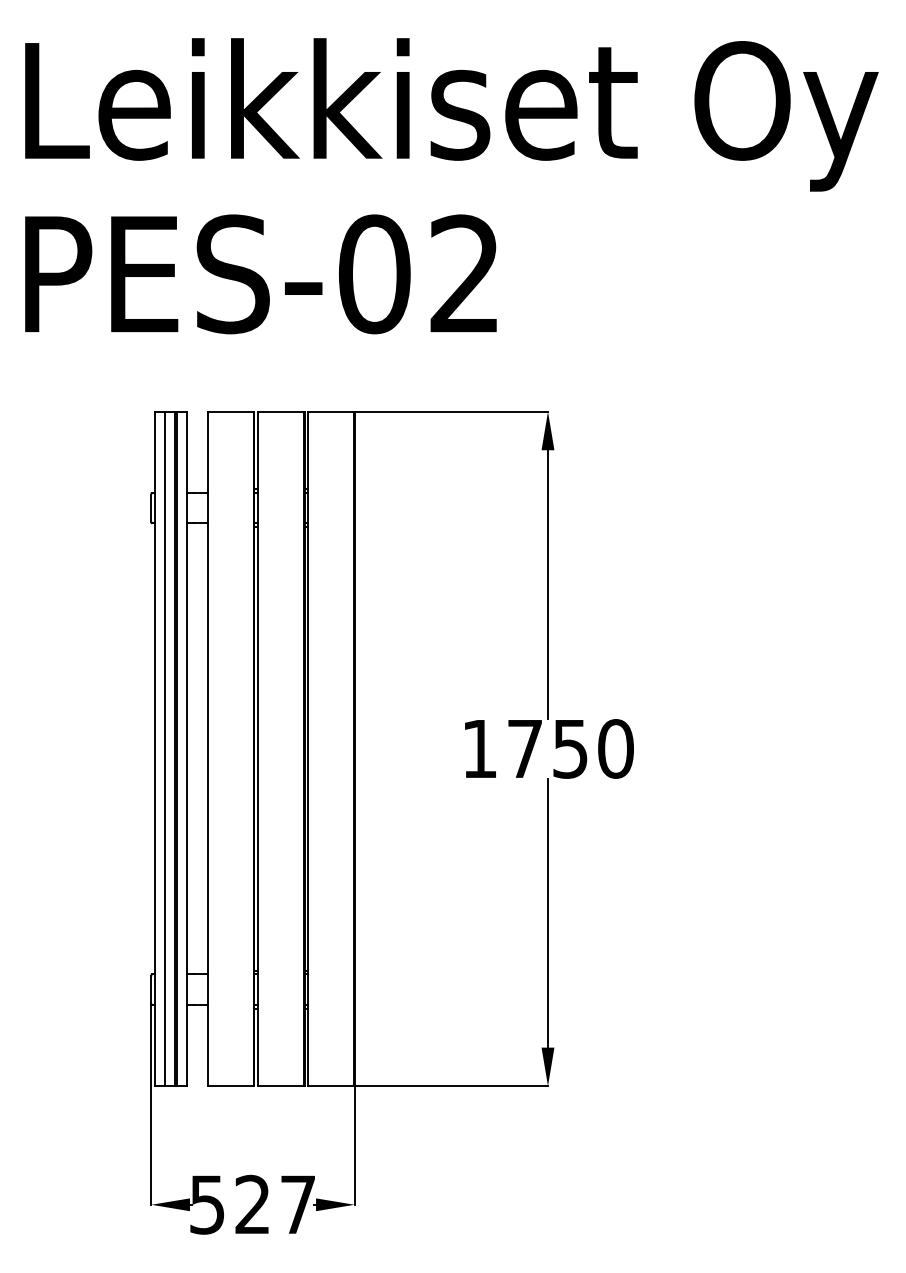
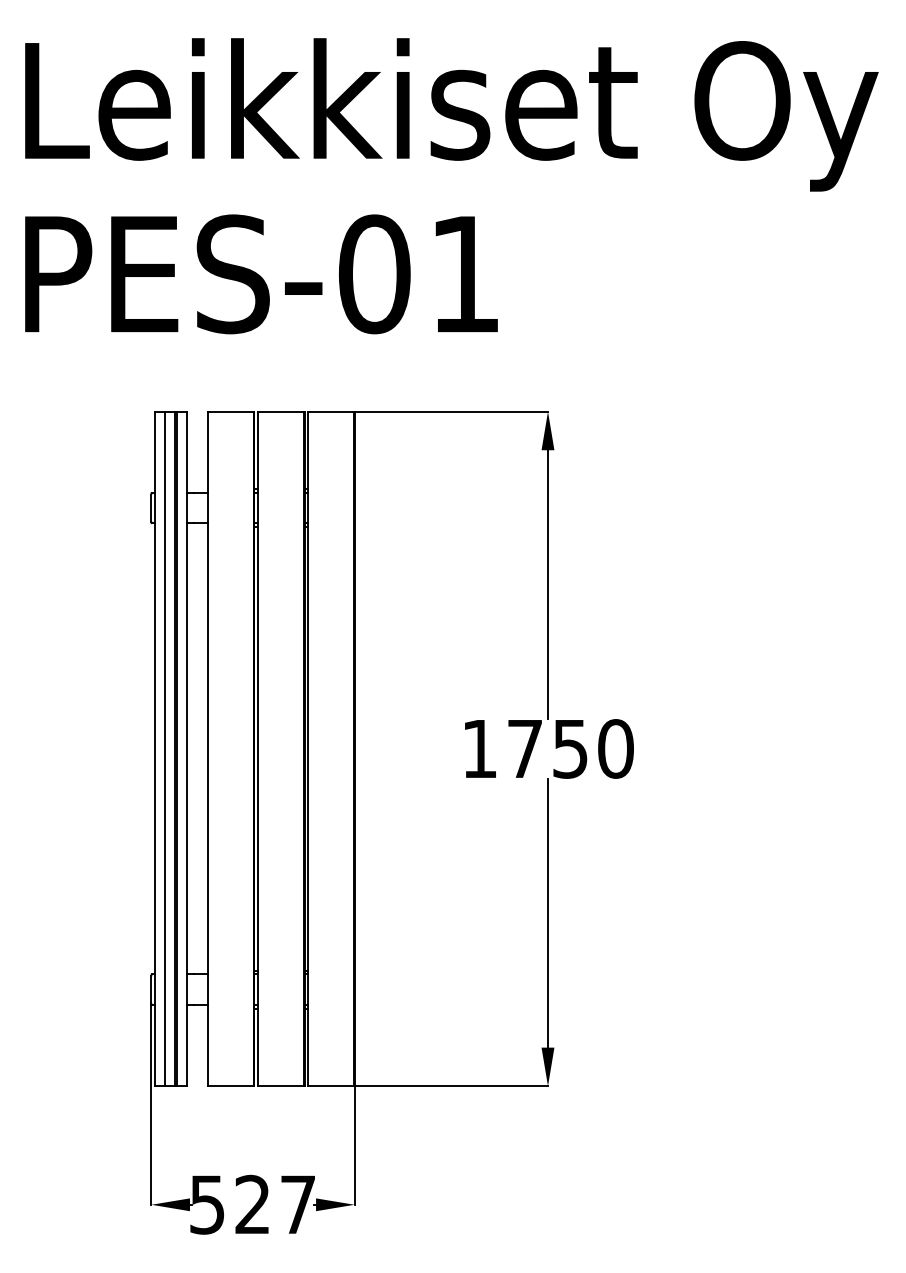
text at (463, 273): PES-02 -> PES-01
